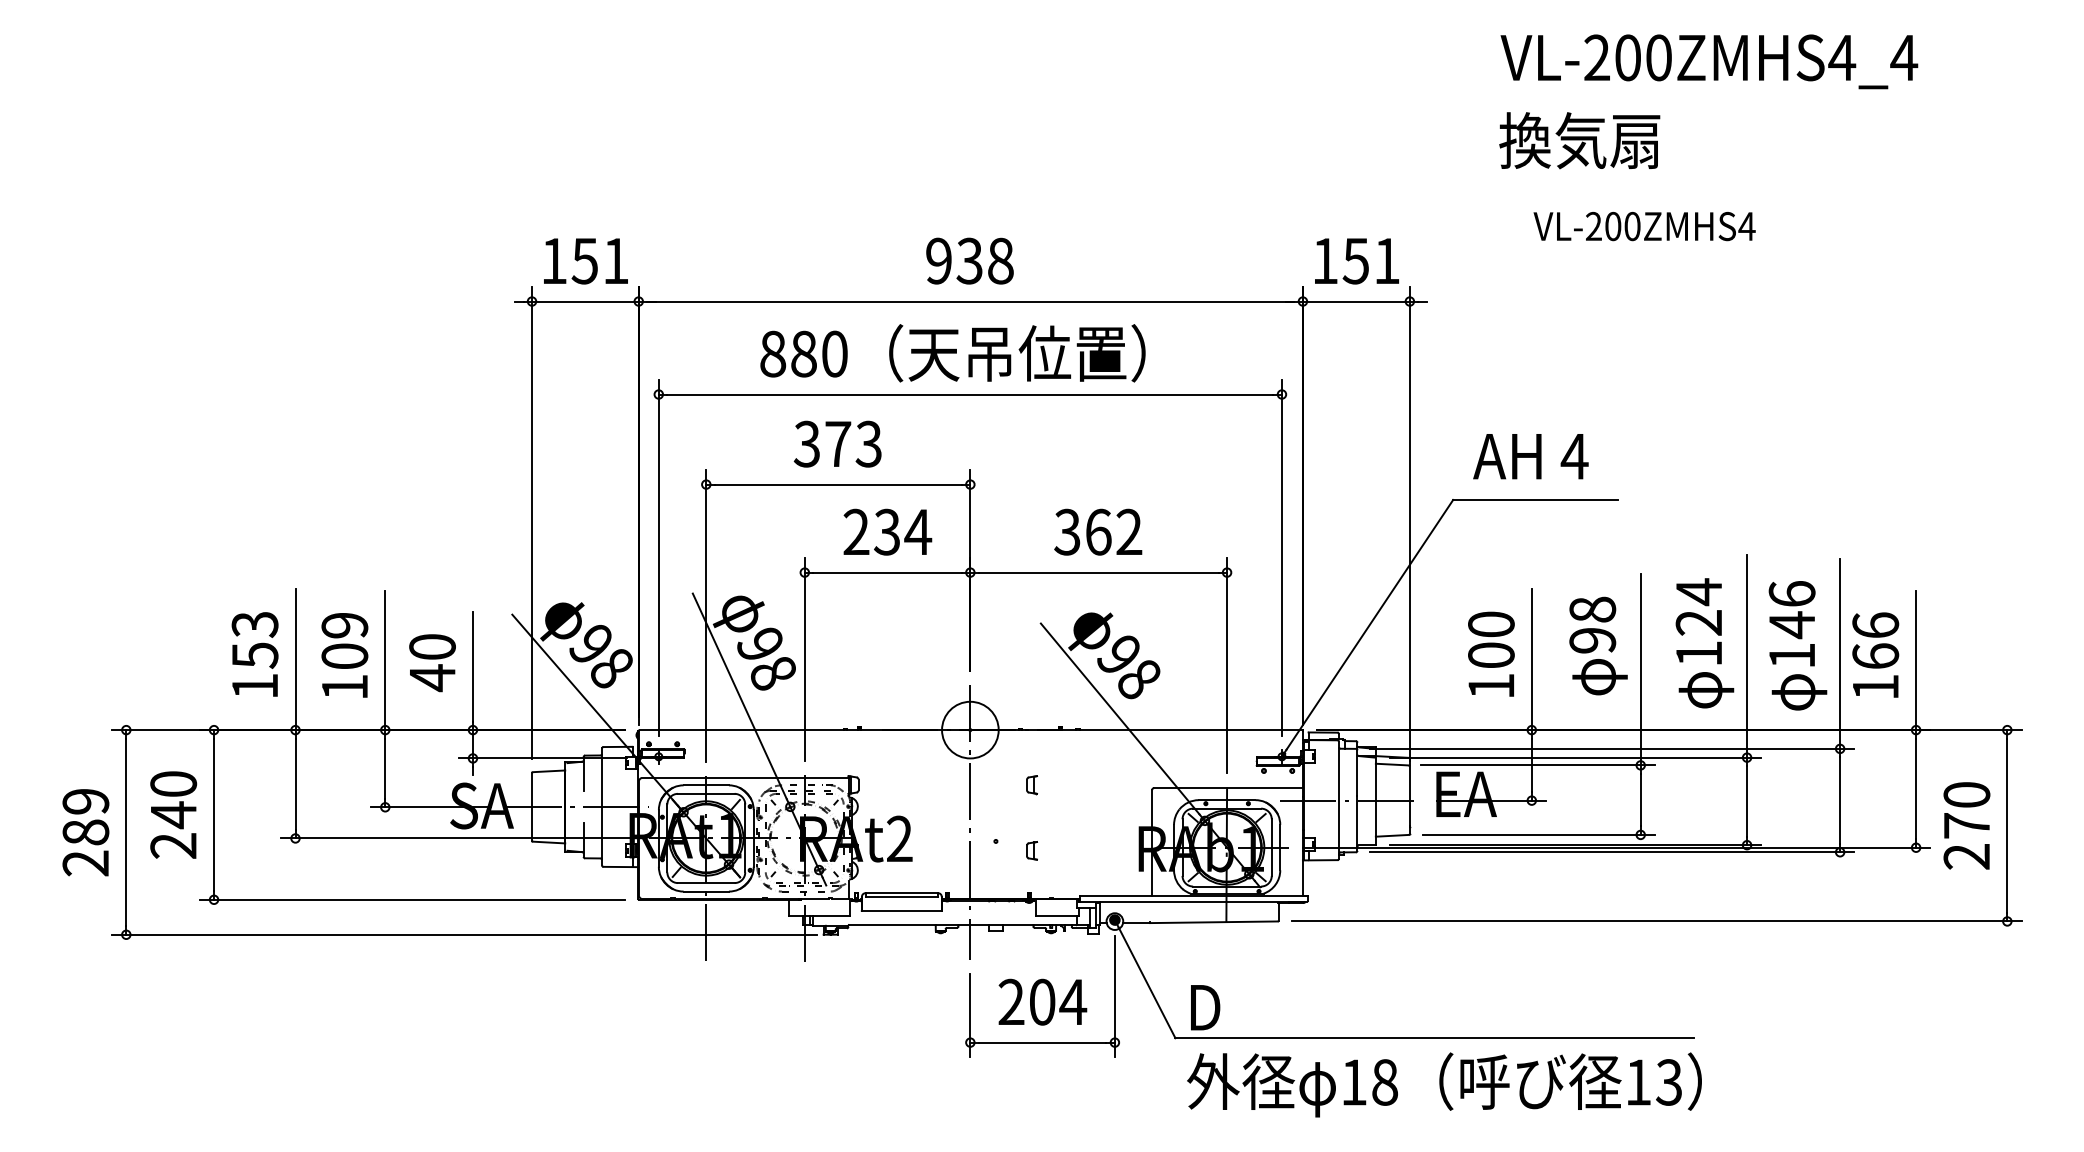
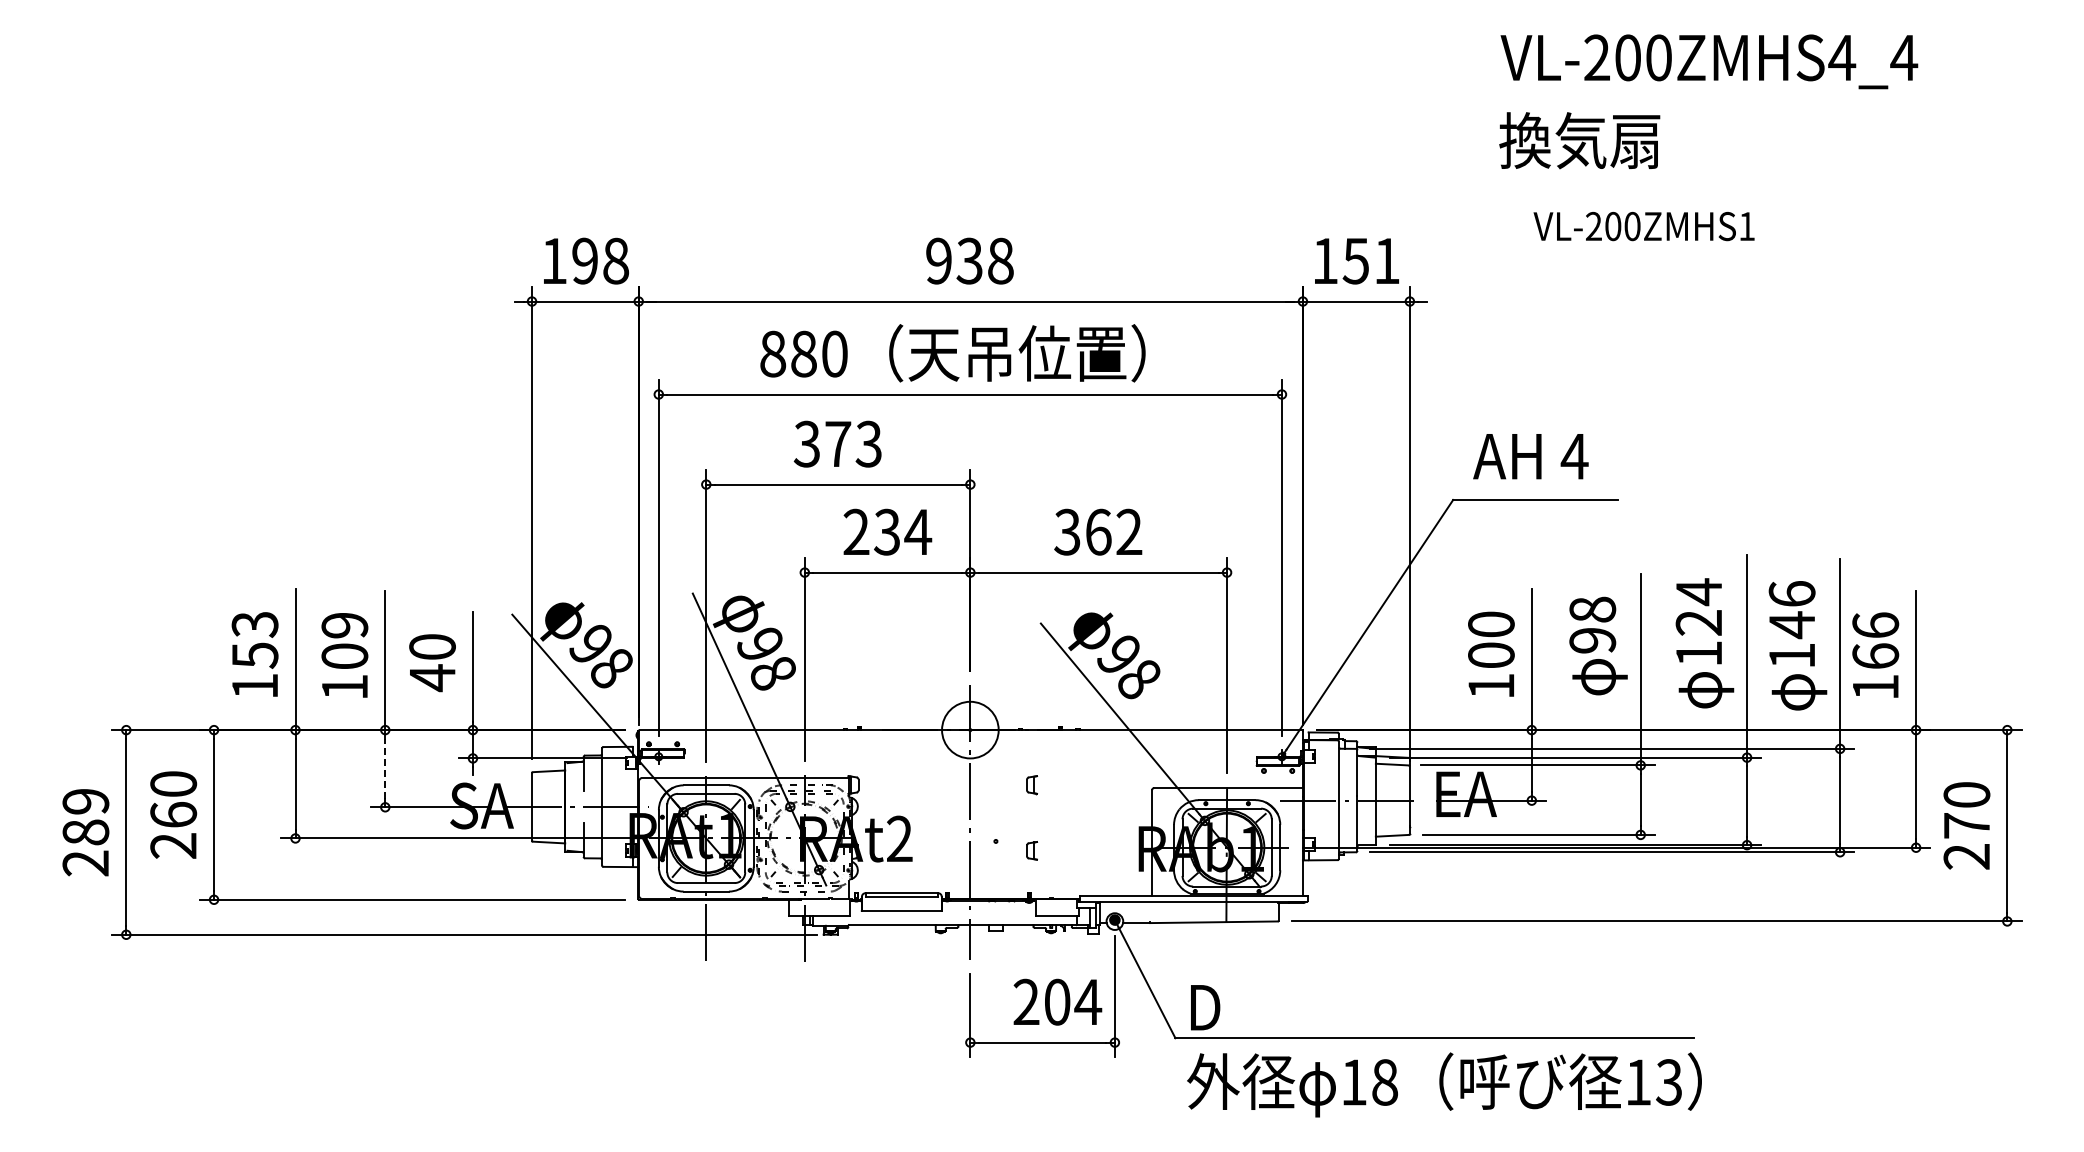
text at (1746, 226): VL-200ZMHS4 -> VL-200ZMHS1
text at (600, 260): 151 -> 198
line at (385, 768): solid -> dashed
text at (173, 815): 240 -> 260
text at (1042, 1001) position: (1042, 1001) -> (1057, 1001)
